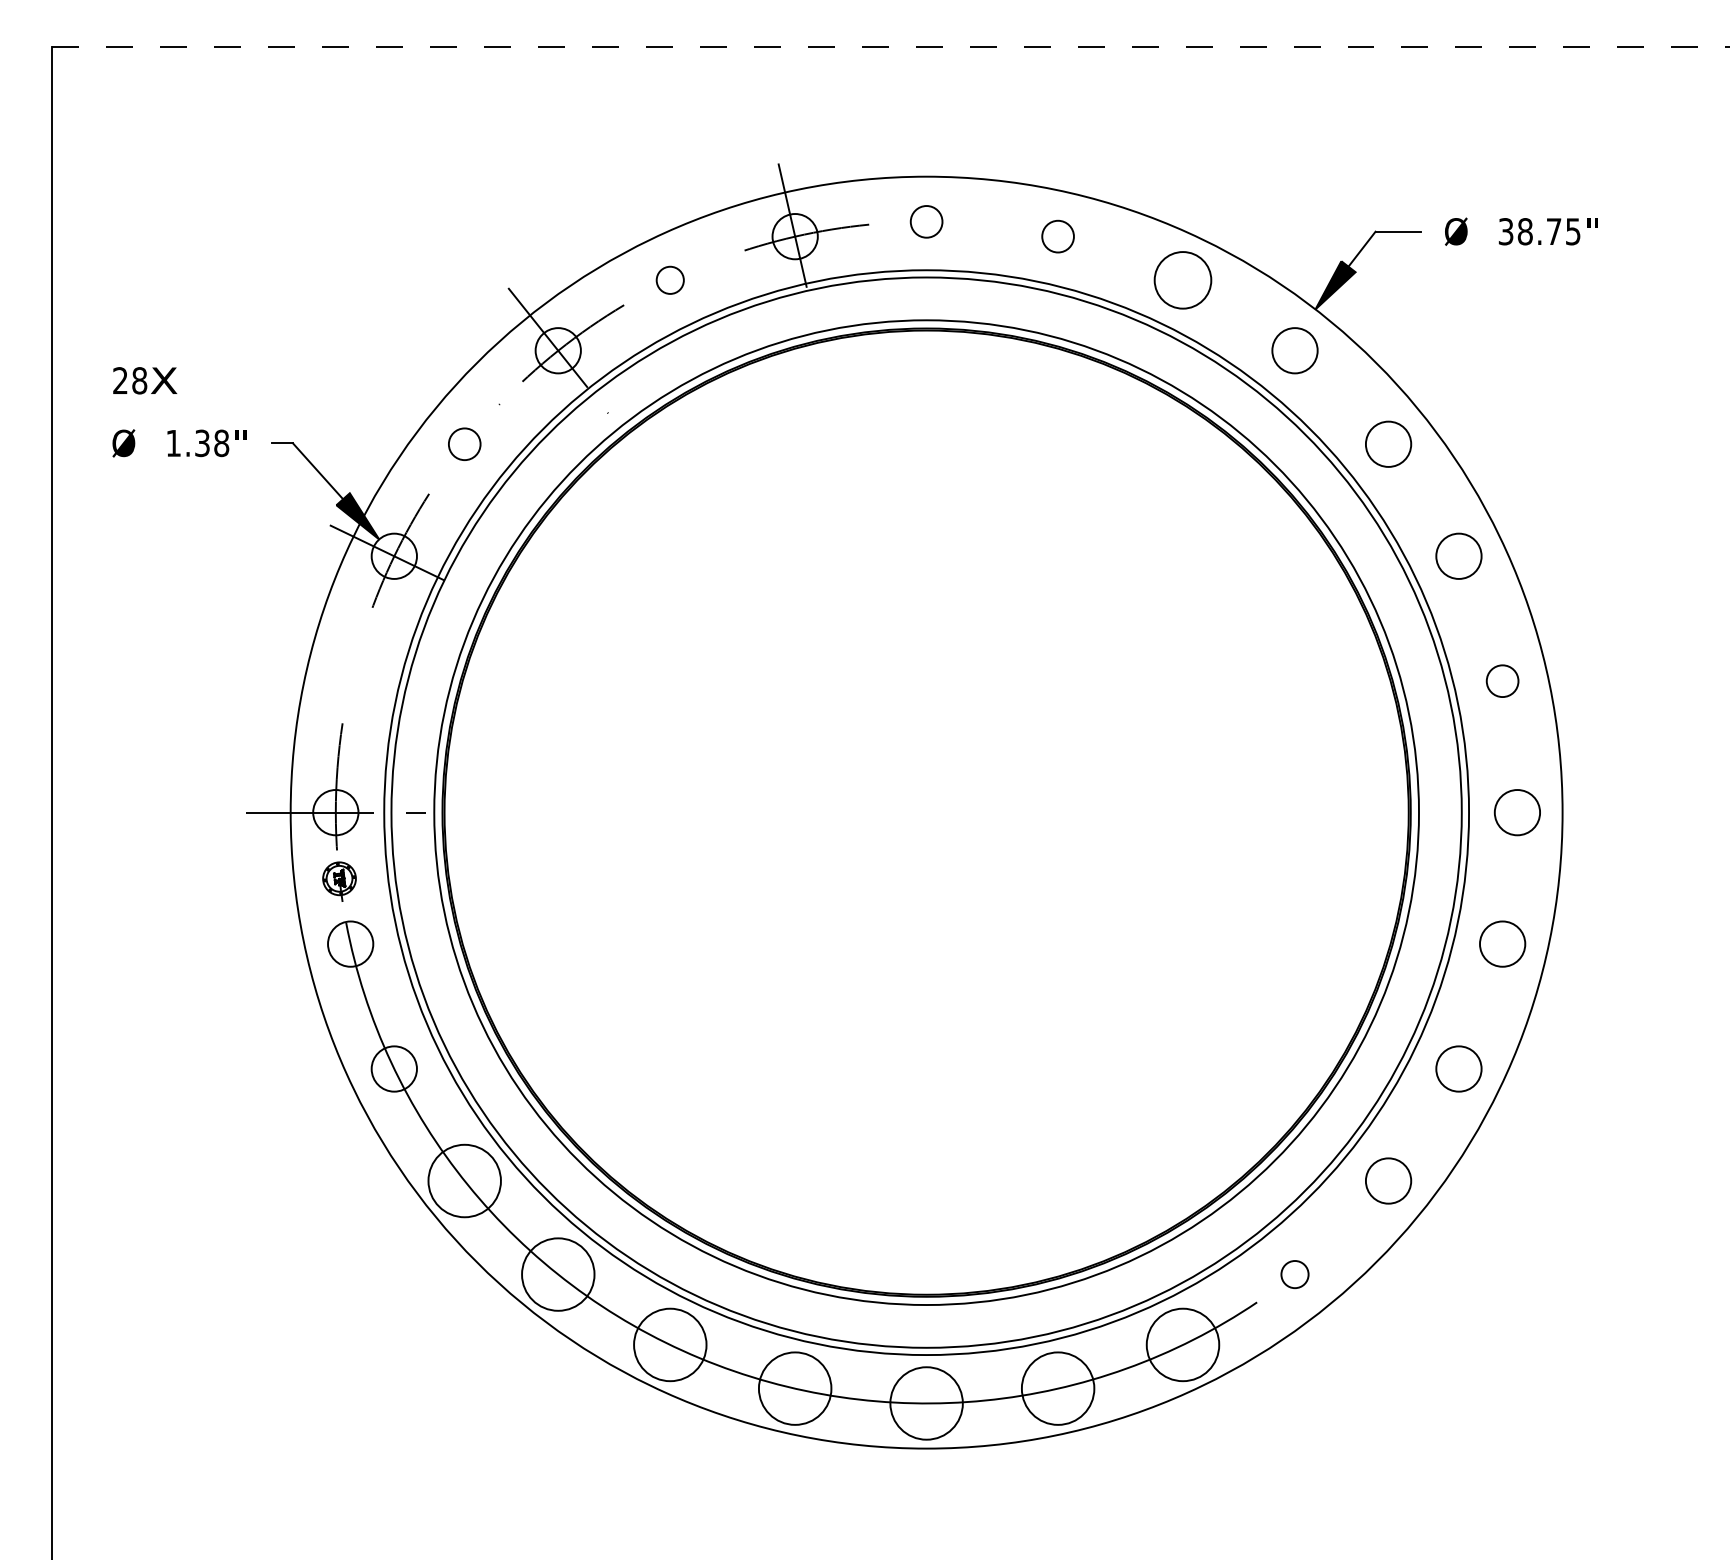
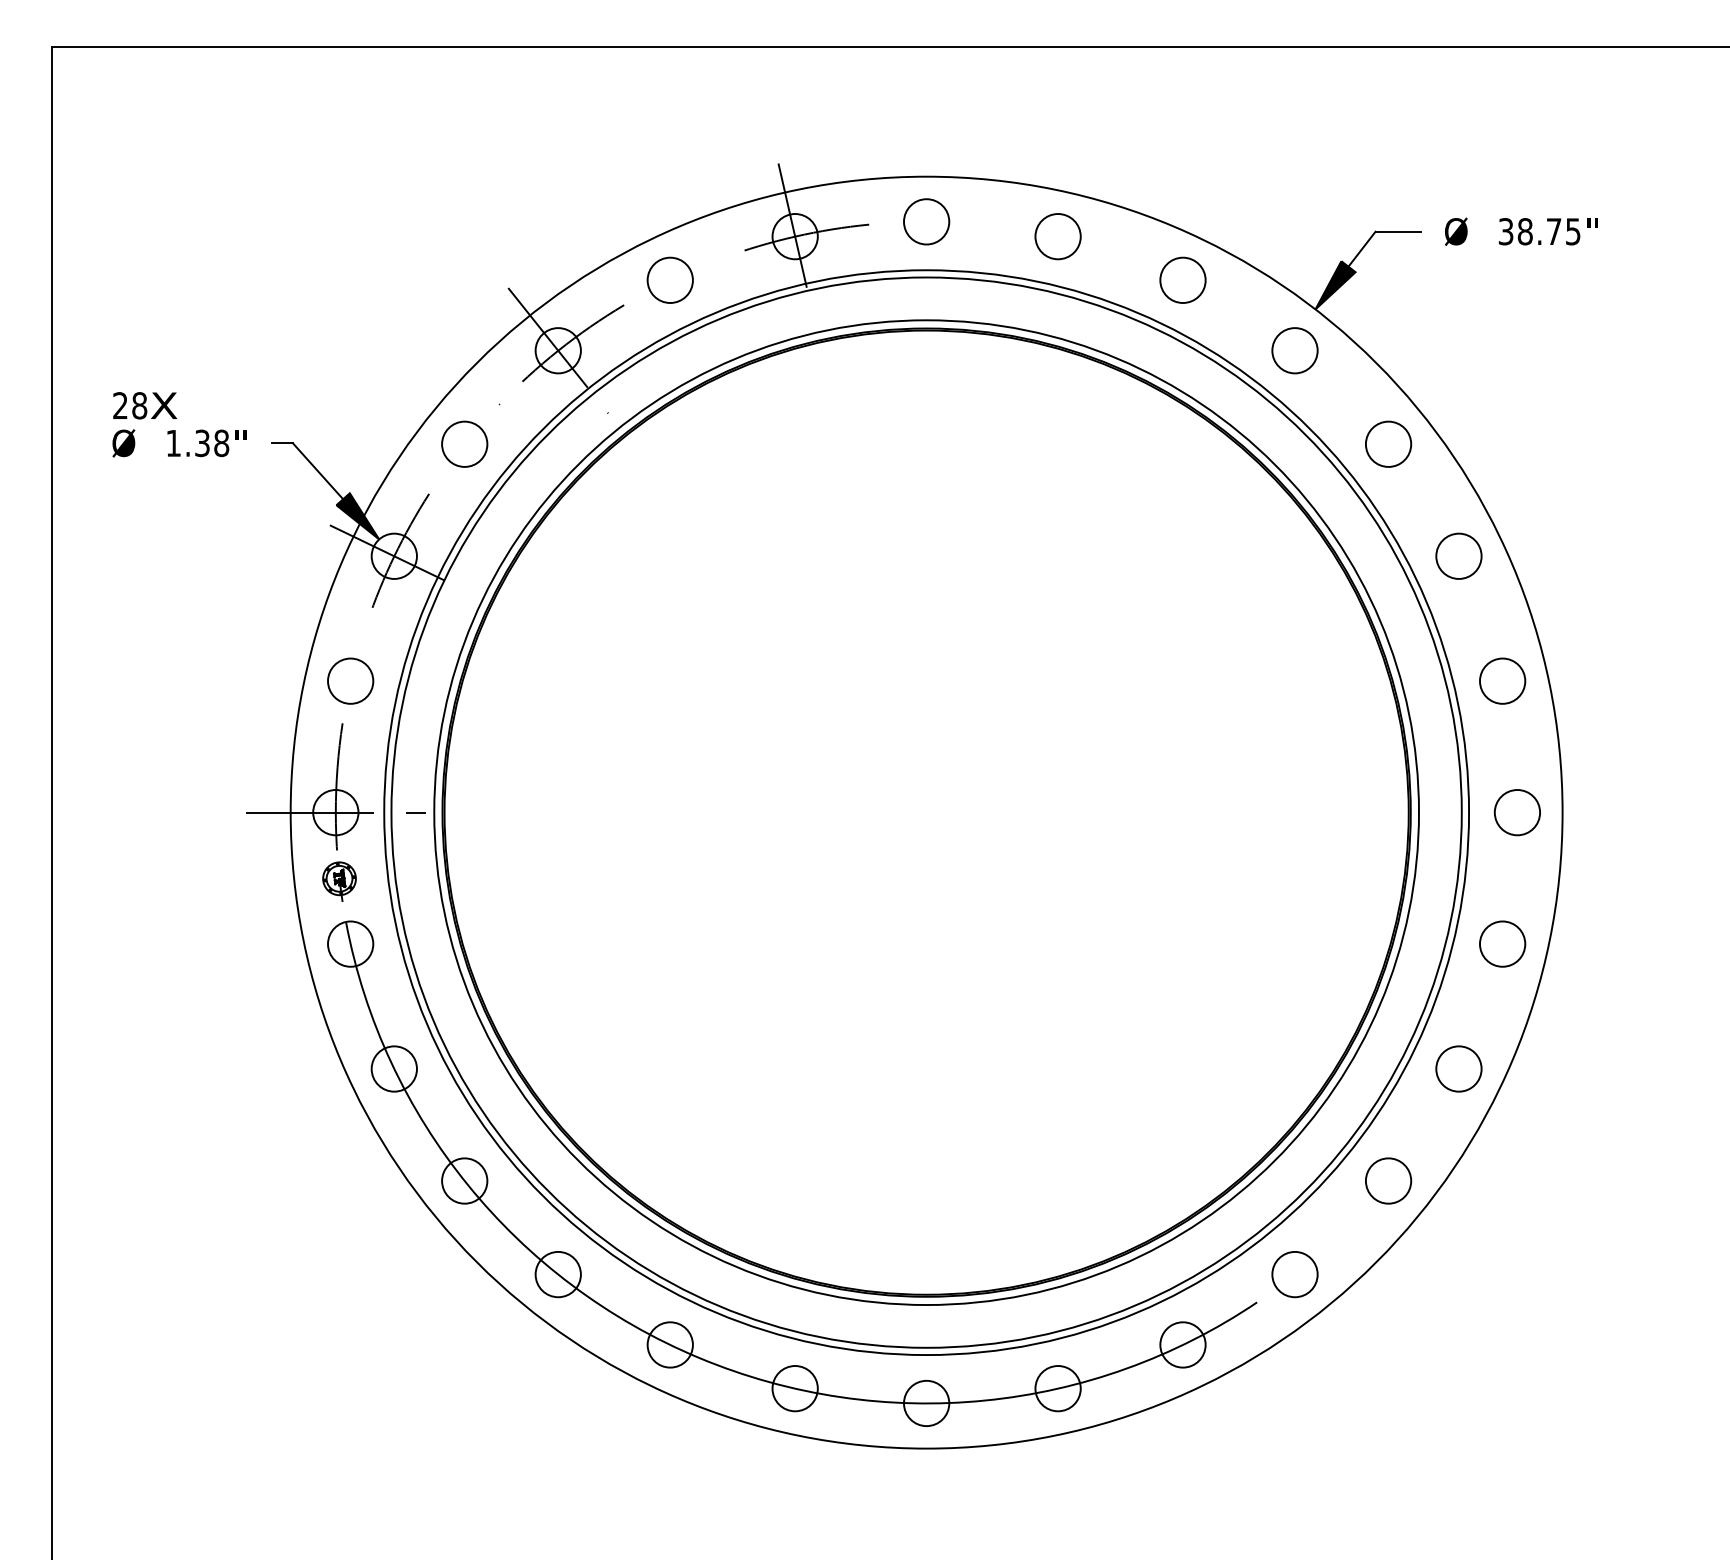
line at (890, 46): dashed -> solid
circle at (926, 221) diameter: 32 px -> 45 px
circle at (1057, 236) diameter: 32 px -> 45 px
circle at (669, 279) diameter: 27 px -> 45 px
circle at (1182, 280) diameter: 57 px -> 45 px
text at (145, 380) position: (145, 380) -> (145, 405)
circle at (464, 444) diameter: 32 px -> 45 px
circle at (350, 680): none -> present
circle at (1502, 681) diameter: 32 px -> 45 px
circle at (464, 1180) diameter: 72 px -> 45 px
circle at (558, 1274) diameter: 72 px -> 45 px
circle at (1294, 1274) diameter: 27 px -> 45 px
circle at (670, 1344) diameter: 72 px -> 45 px
circle at (1182, 1344) diameter: 72 px -> 45 px
circle at (794, 1388) diameter: 72 px -> 45 px
circle at (1057, 1388) diameter: 72 px -> 45 px
circle at (926, 1403) diameter: 72 px -> 45 px
